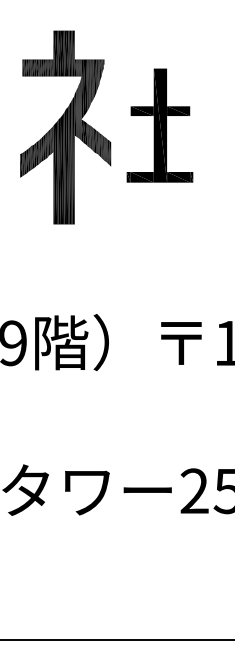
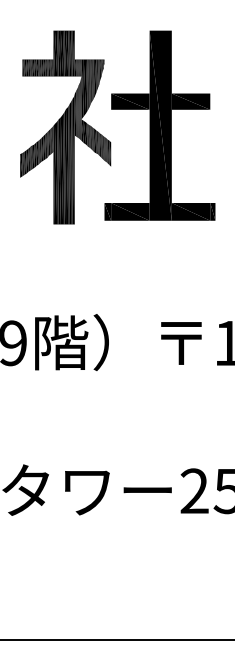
part at (159, 125) size: 68x115 px -> 112x191 px
